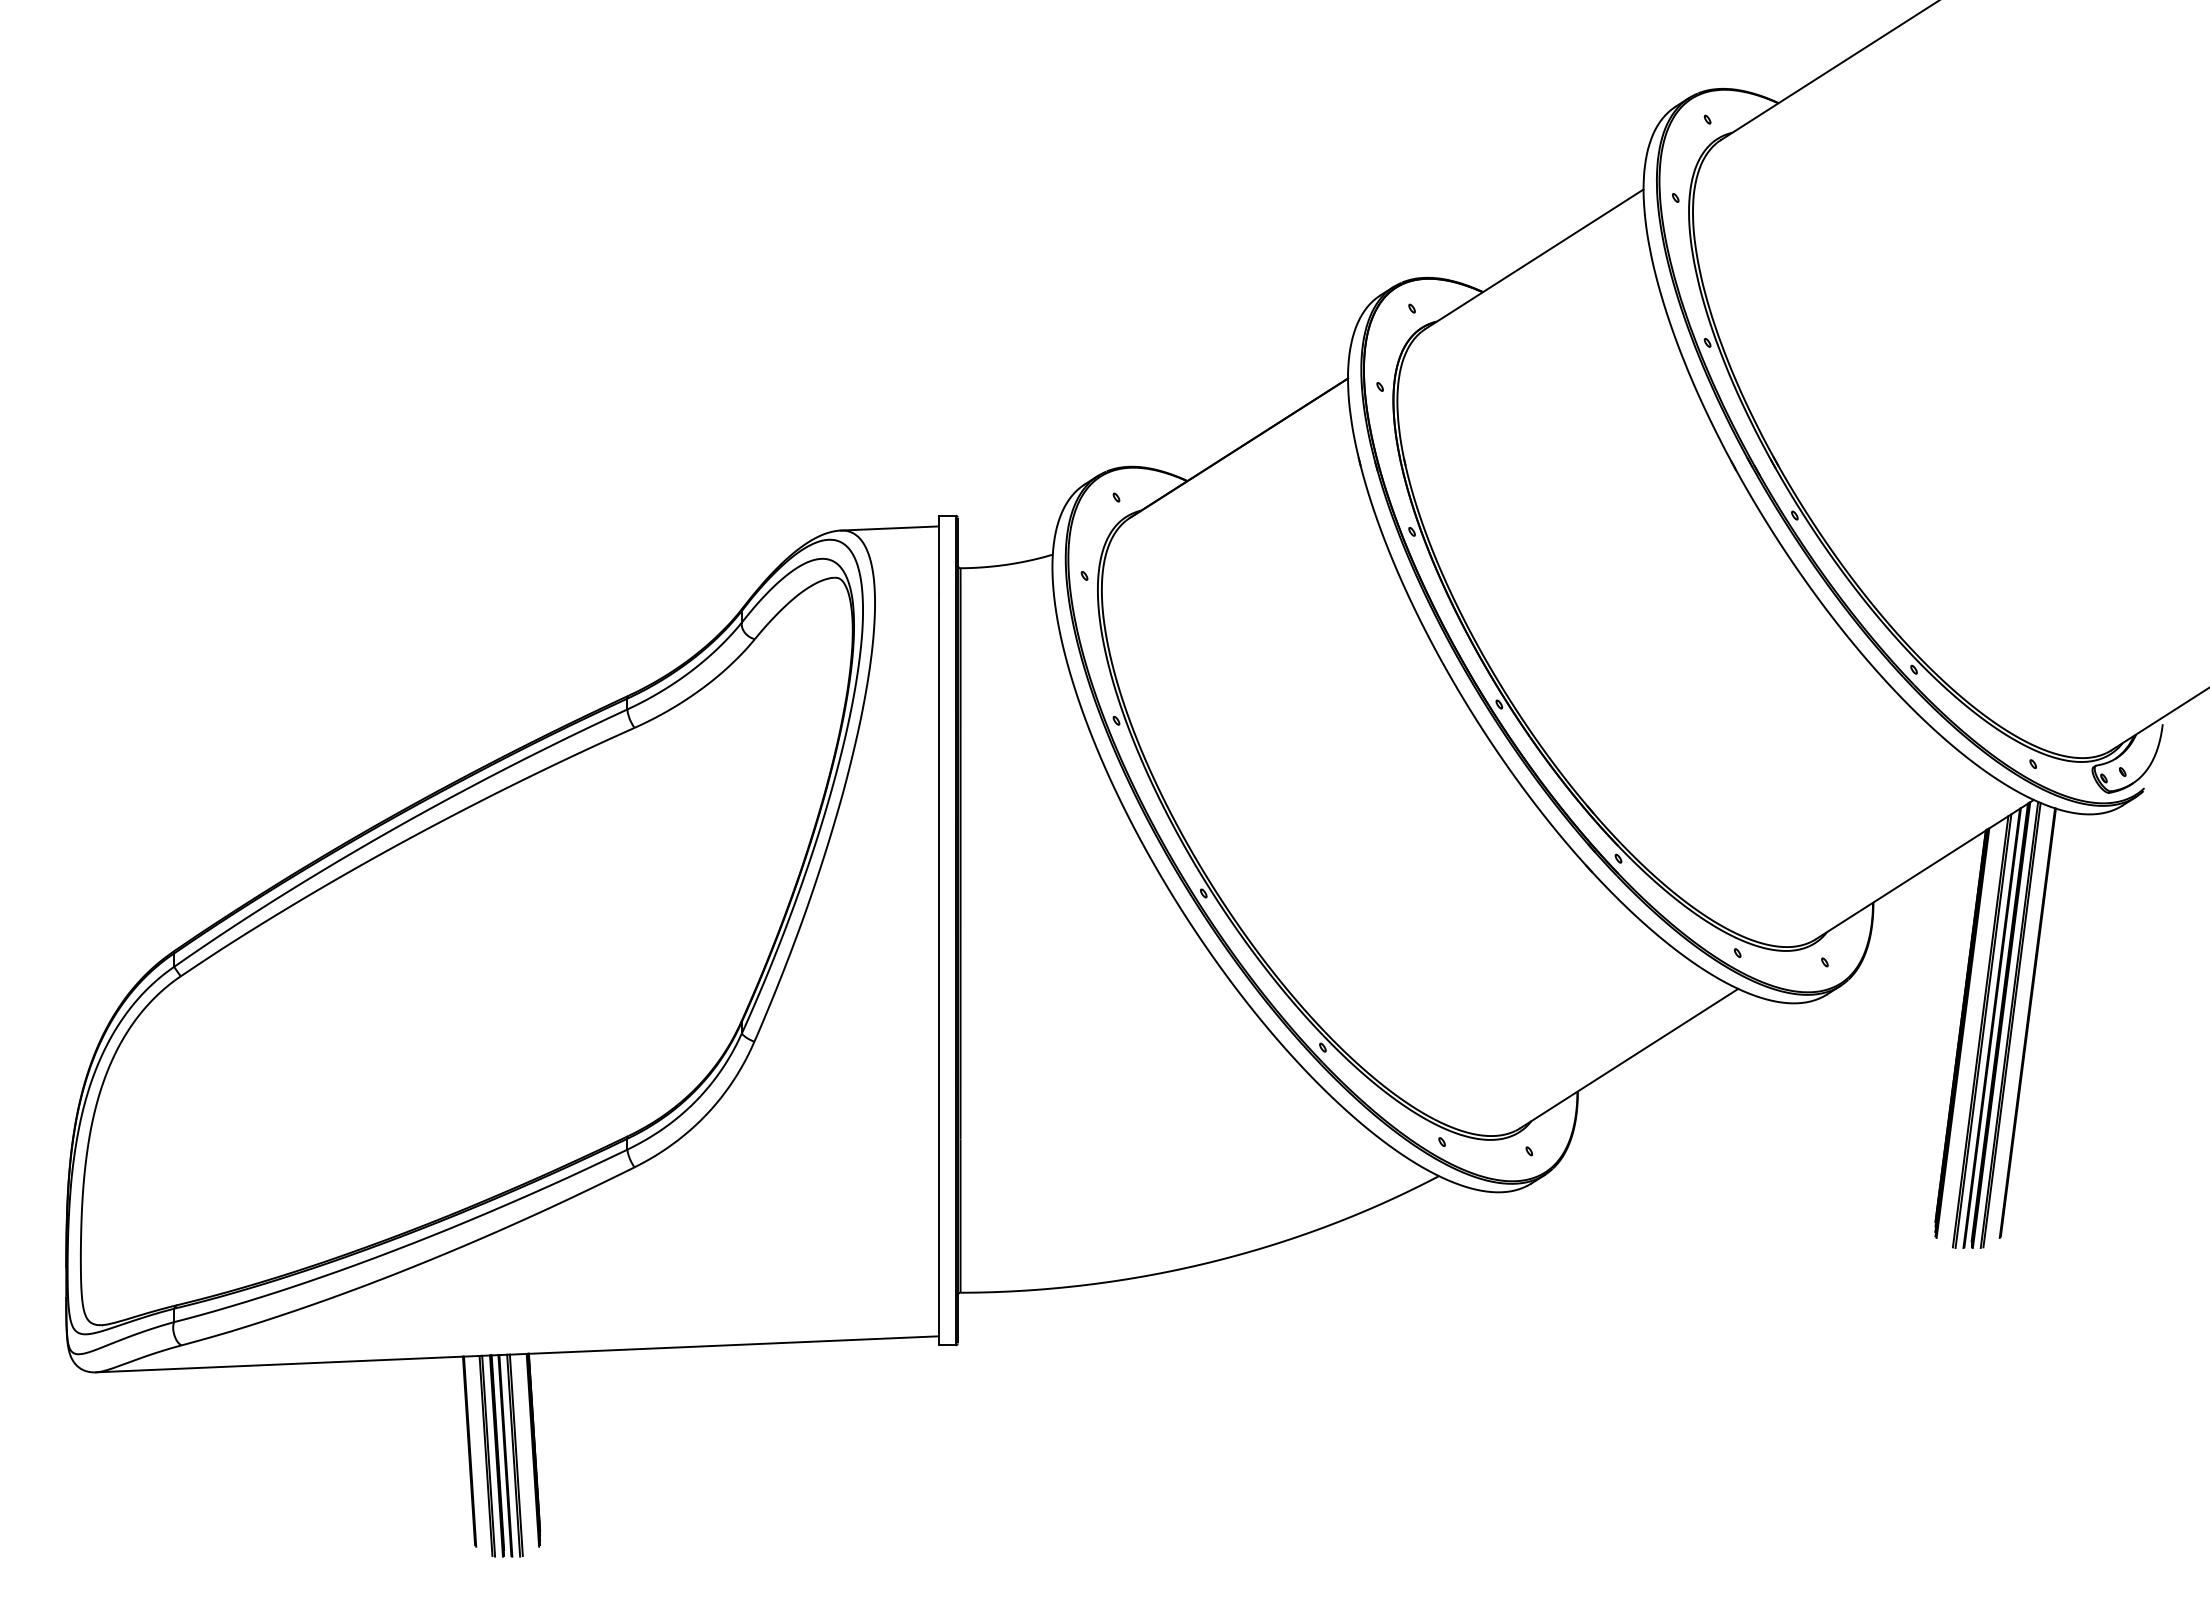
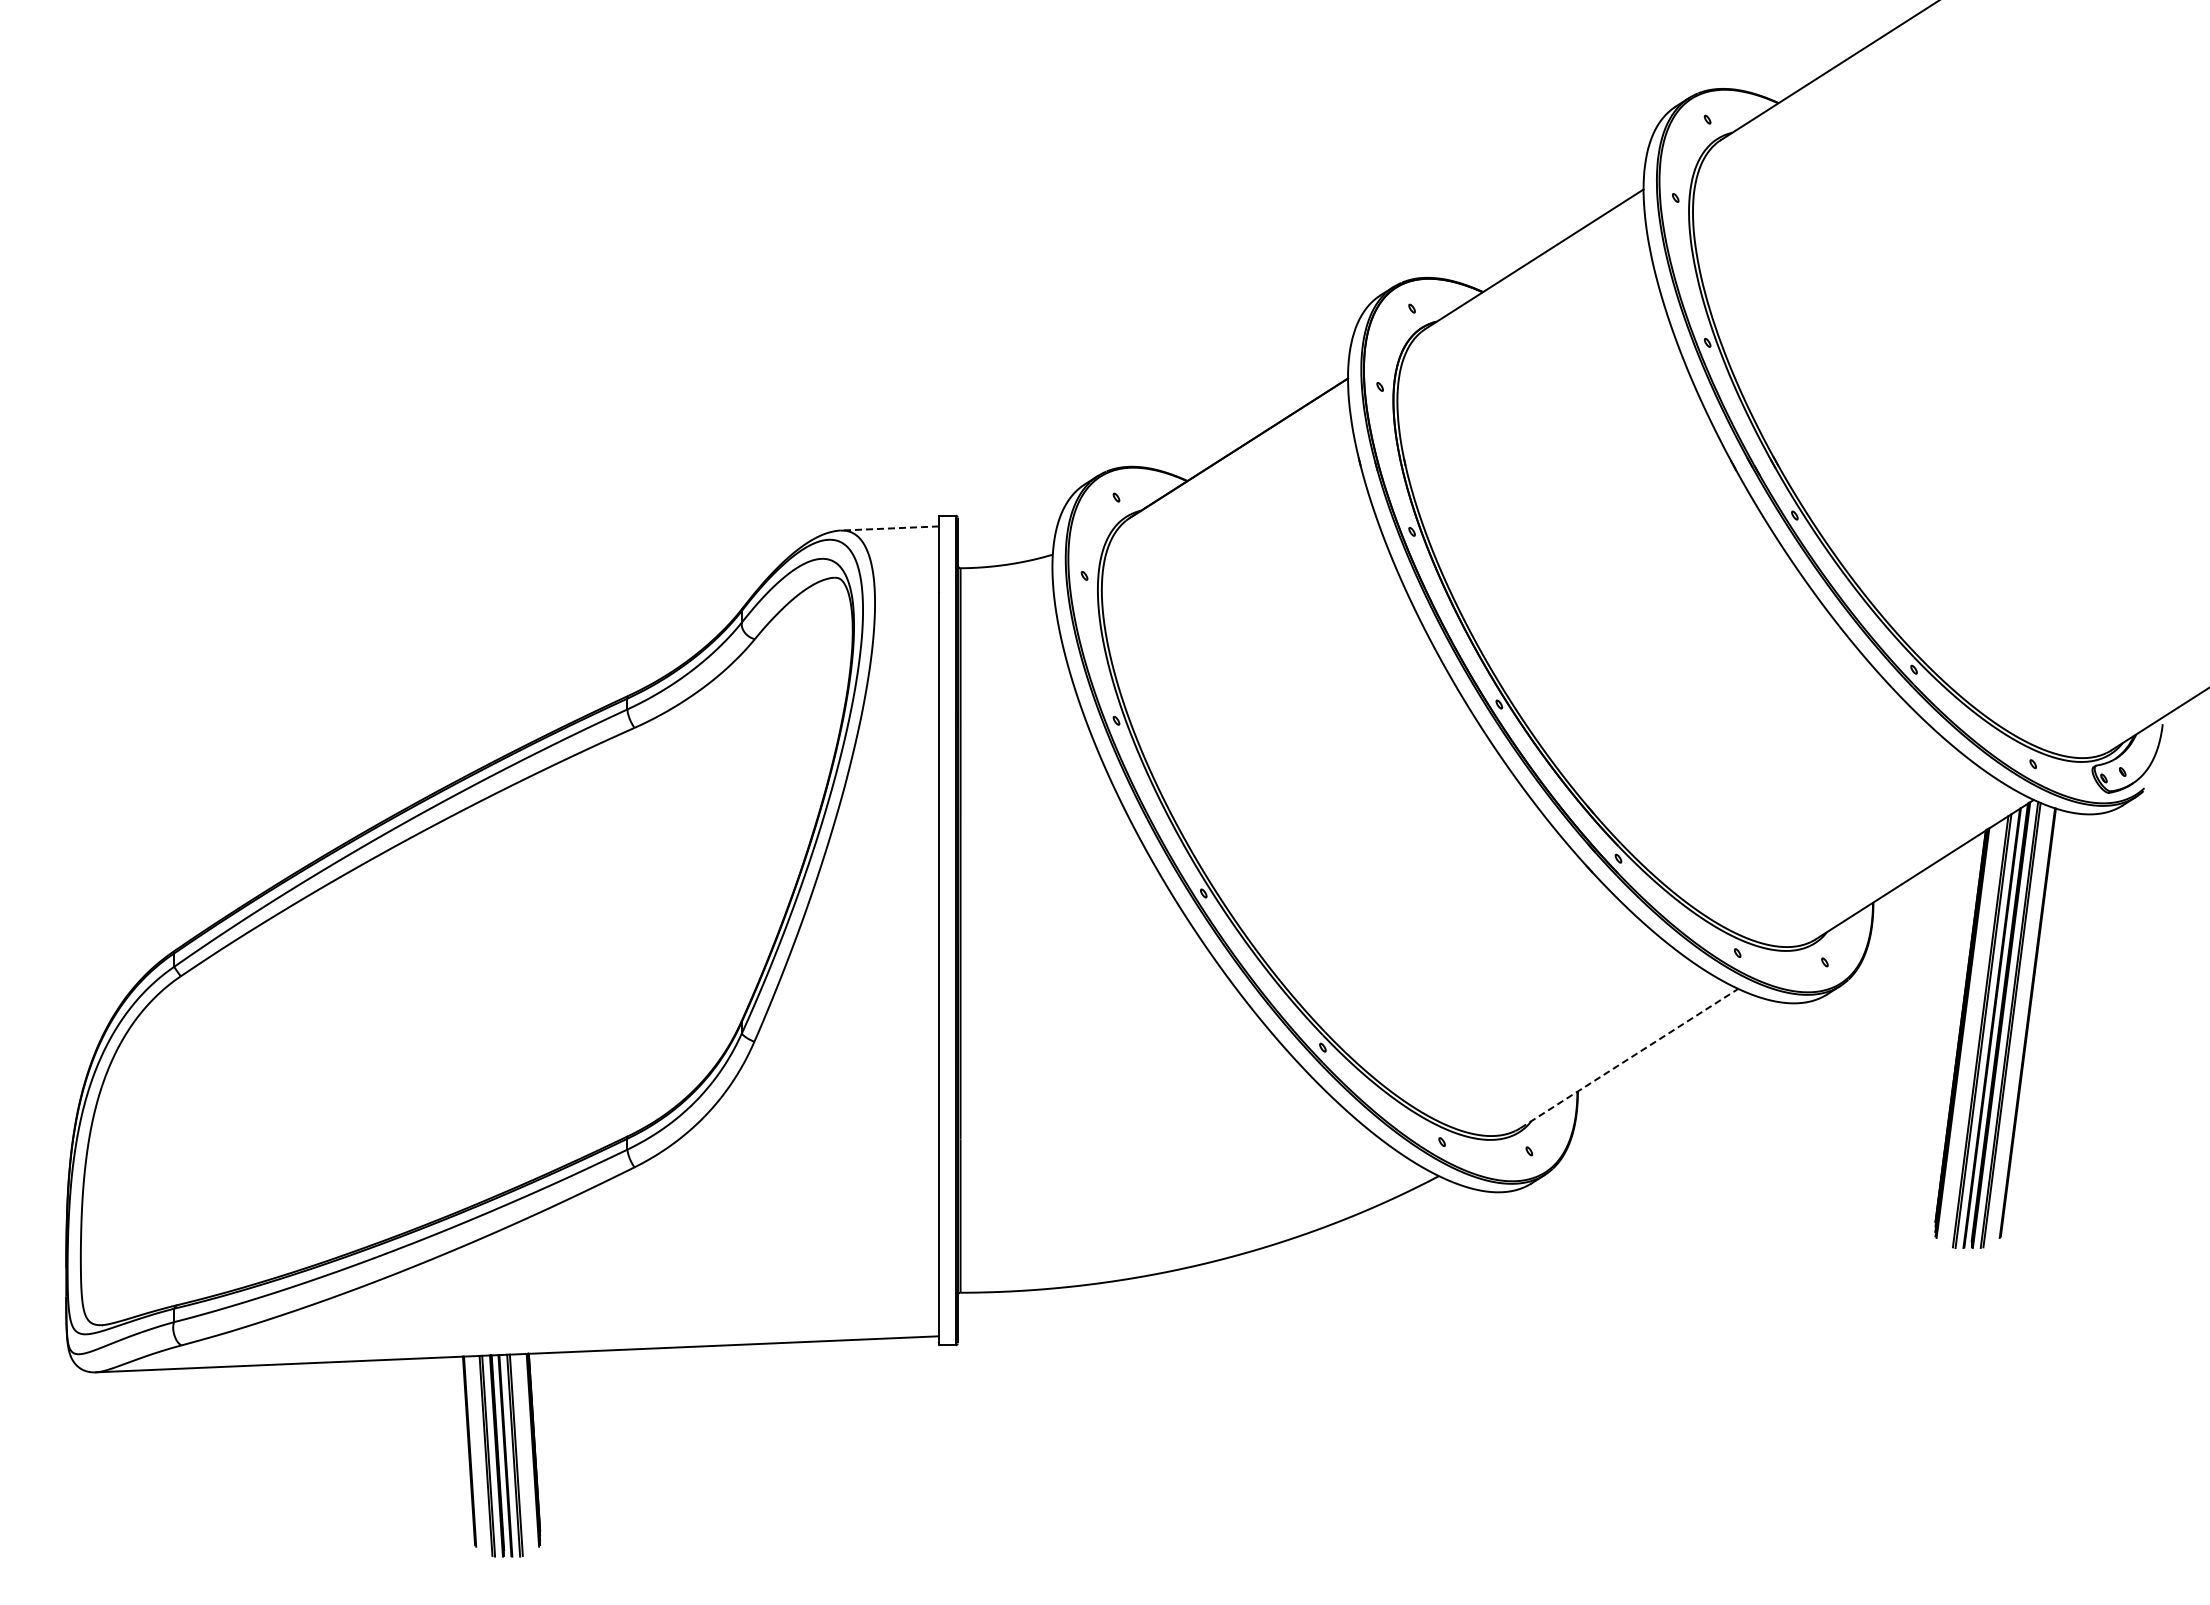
line at (889, 528): solid -> dashed
line at (1629, 1058): solid -> dashed
